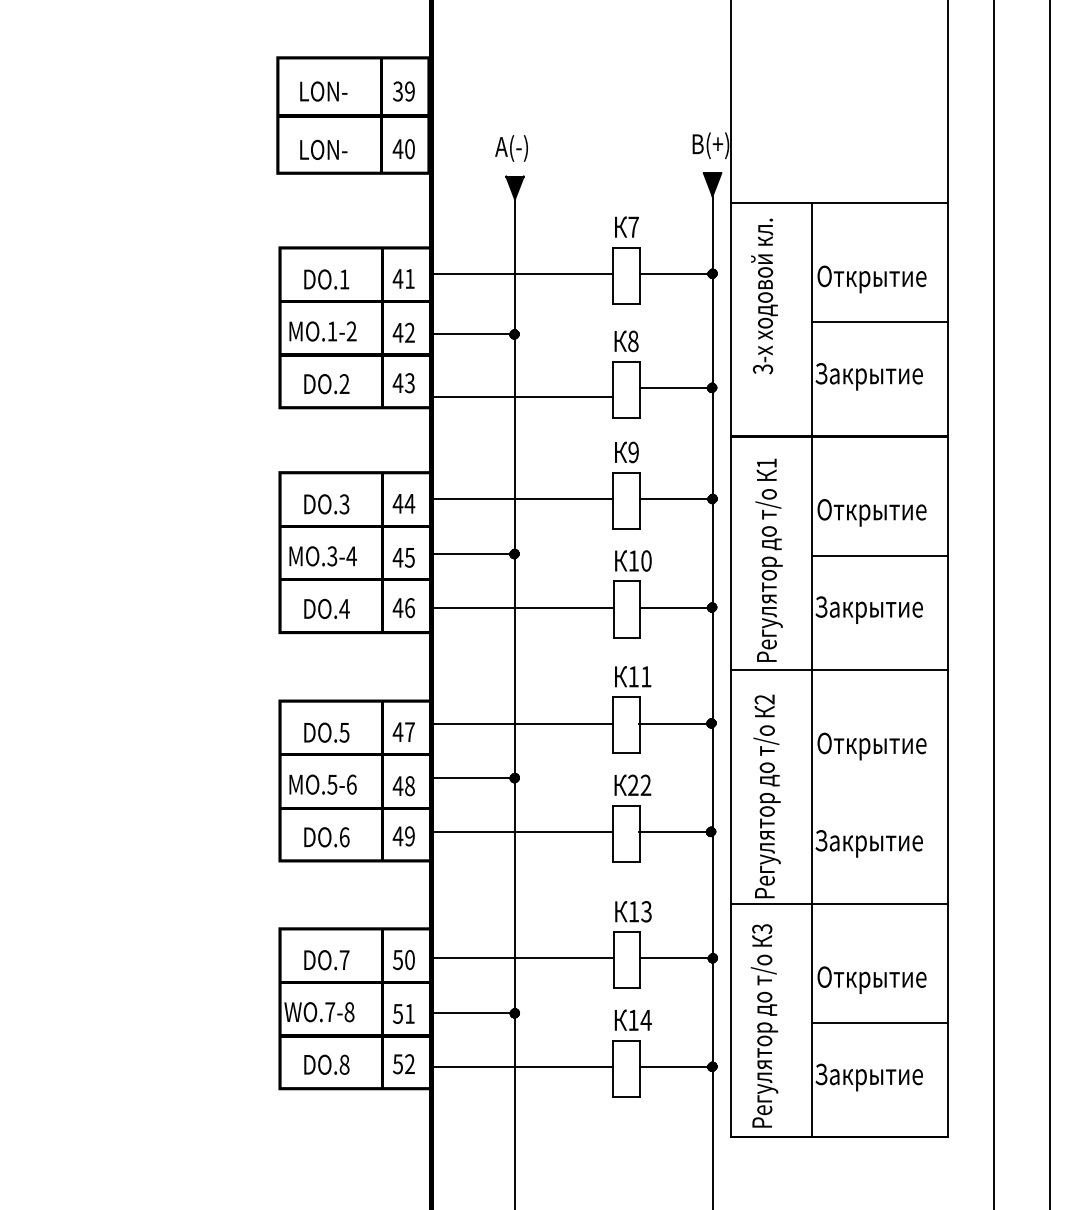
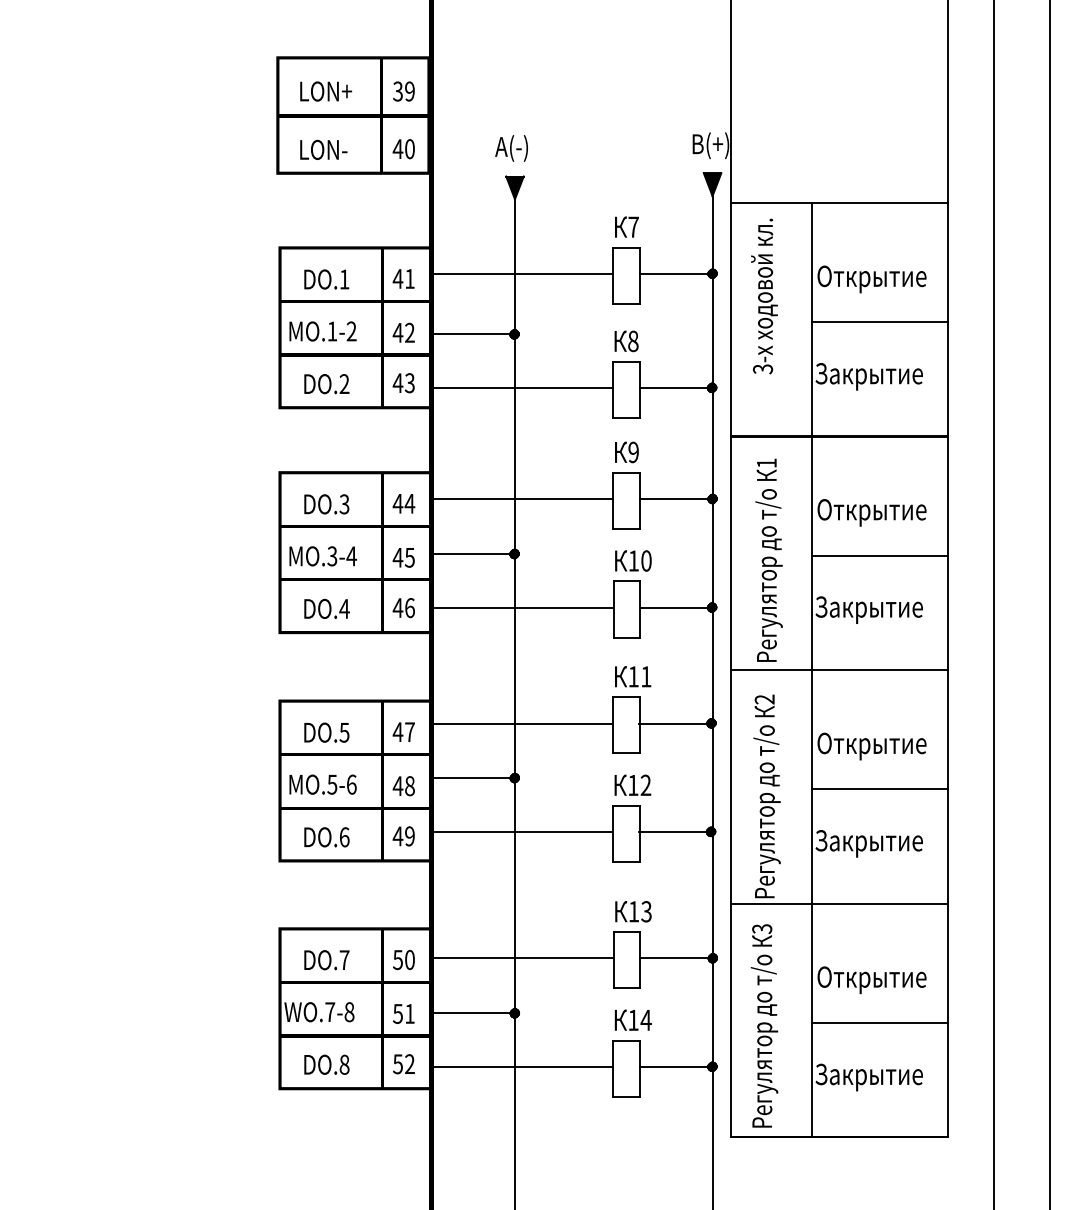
text at (346, 91): LON- -> LON+
line at (522, 397) position: (522, 397) -> (522, 388)
text at (633, 784): 22 -> 12
line at (879, 789): none -> present
